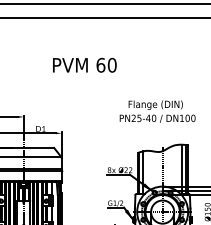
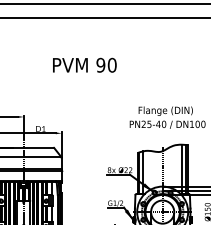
text at (100, 64): 60 -> 90
text at (157, 111) position: (157, 111) -> (167, 117)
